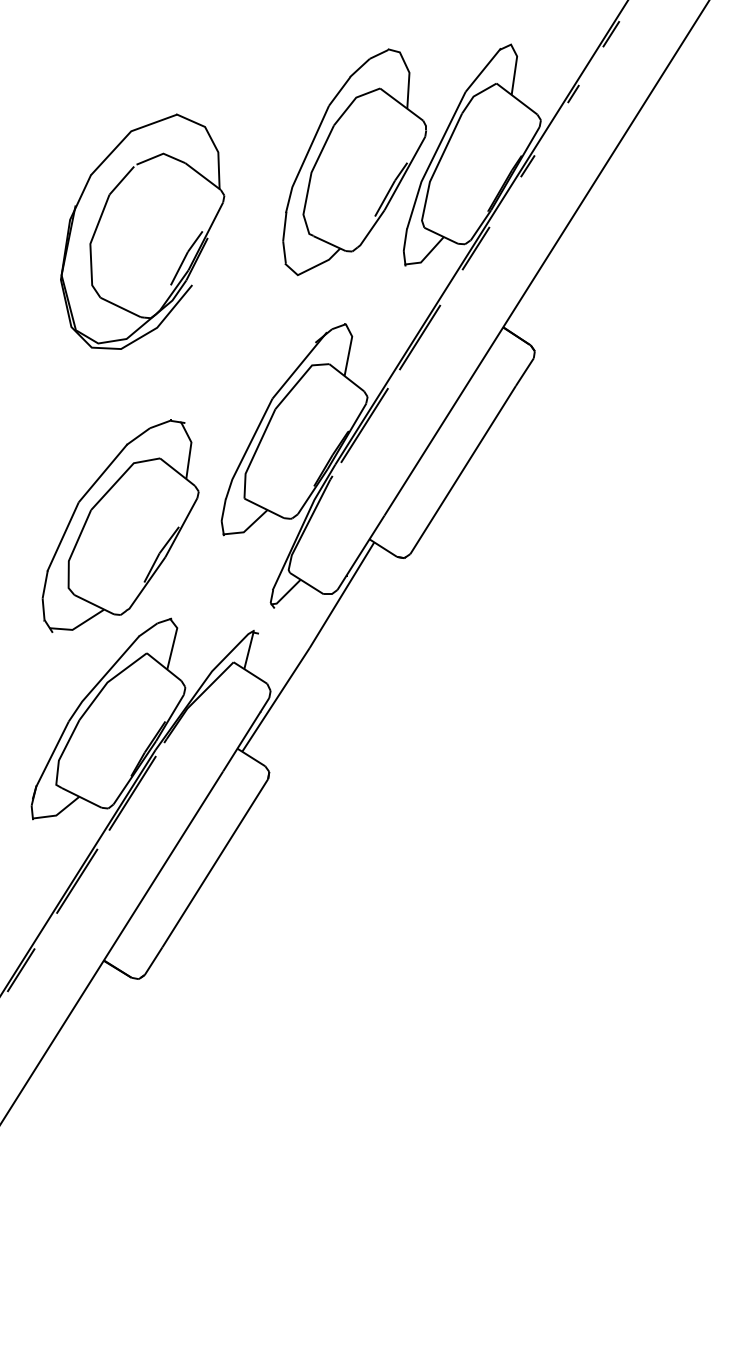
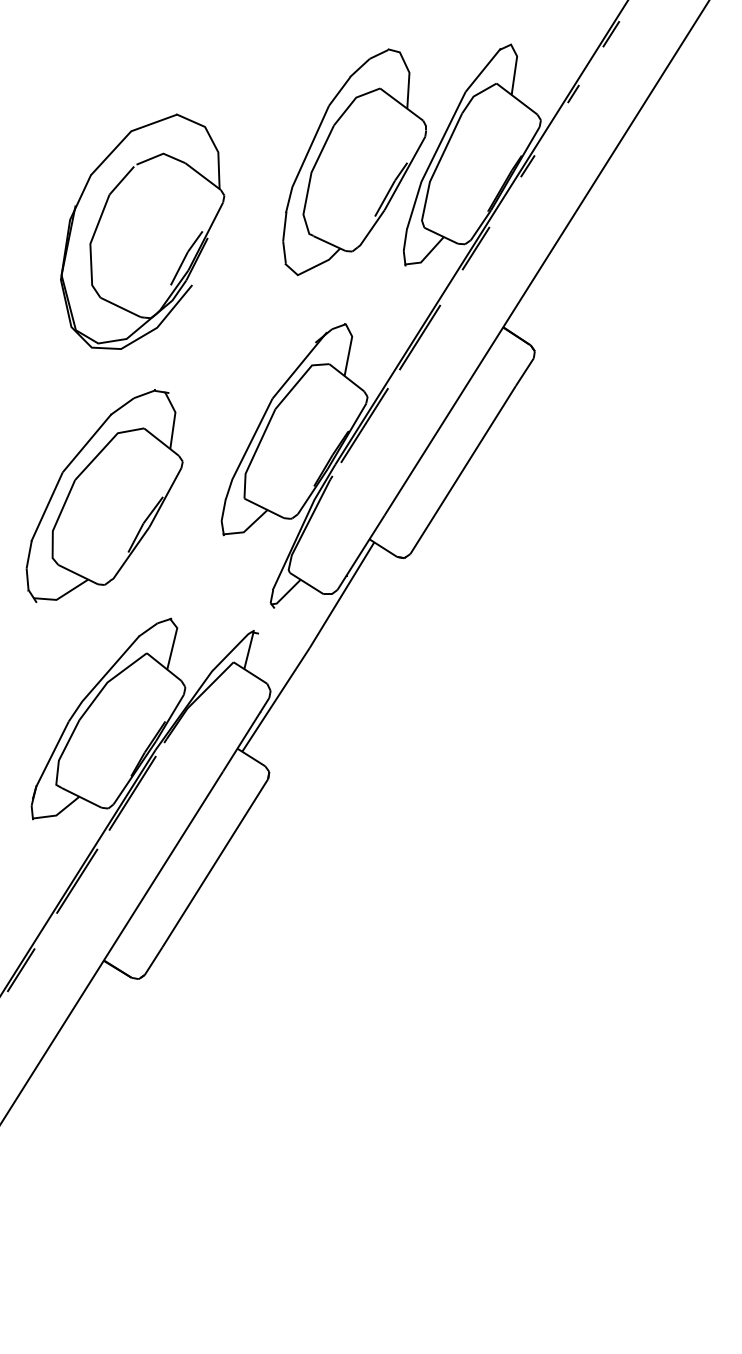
part at (120, 525) position: (120, 525) -> (104, 495)
